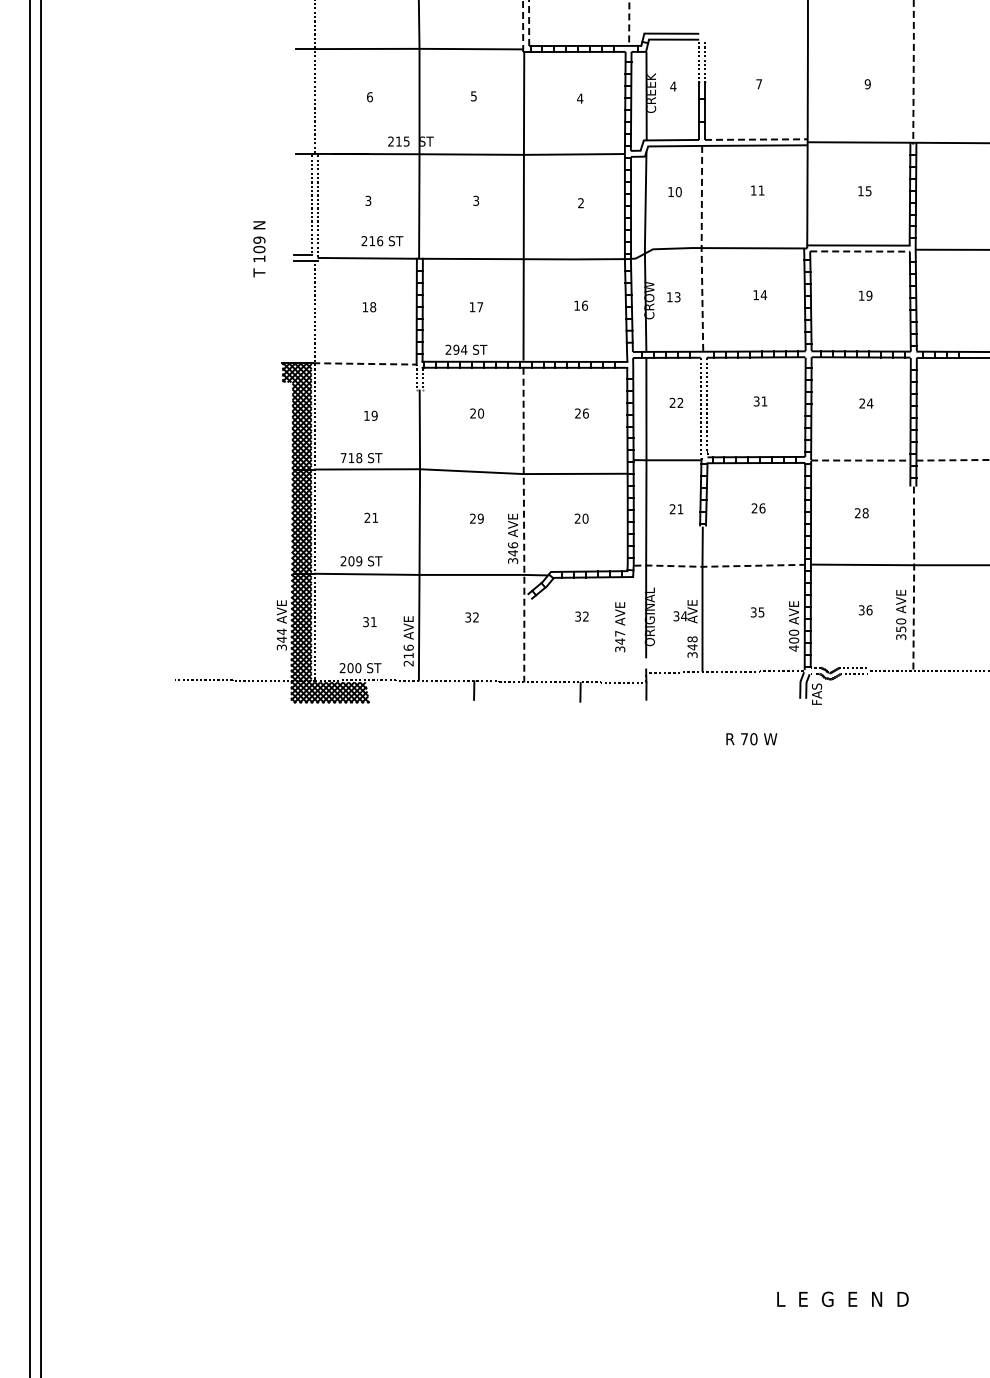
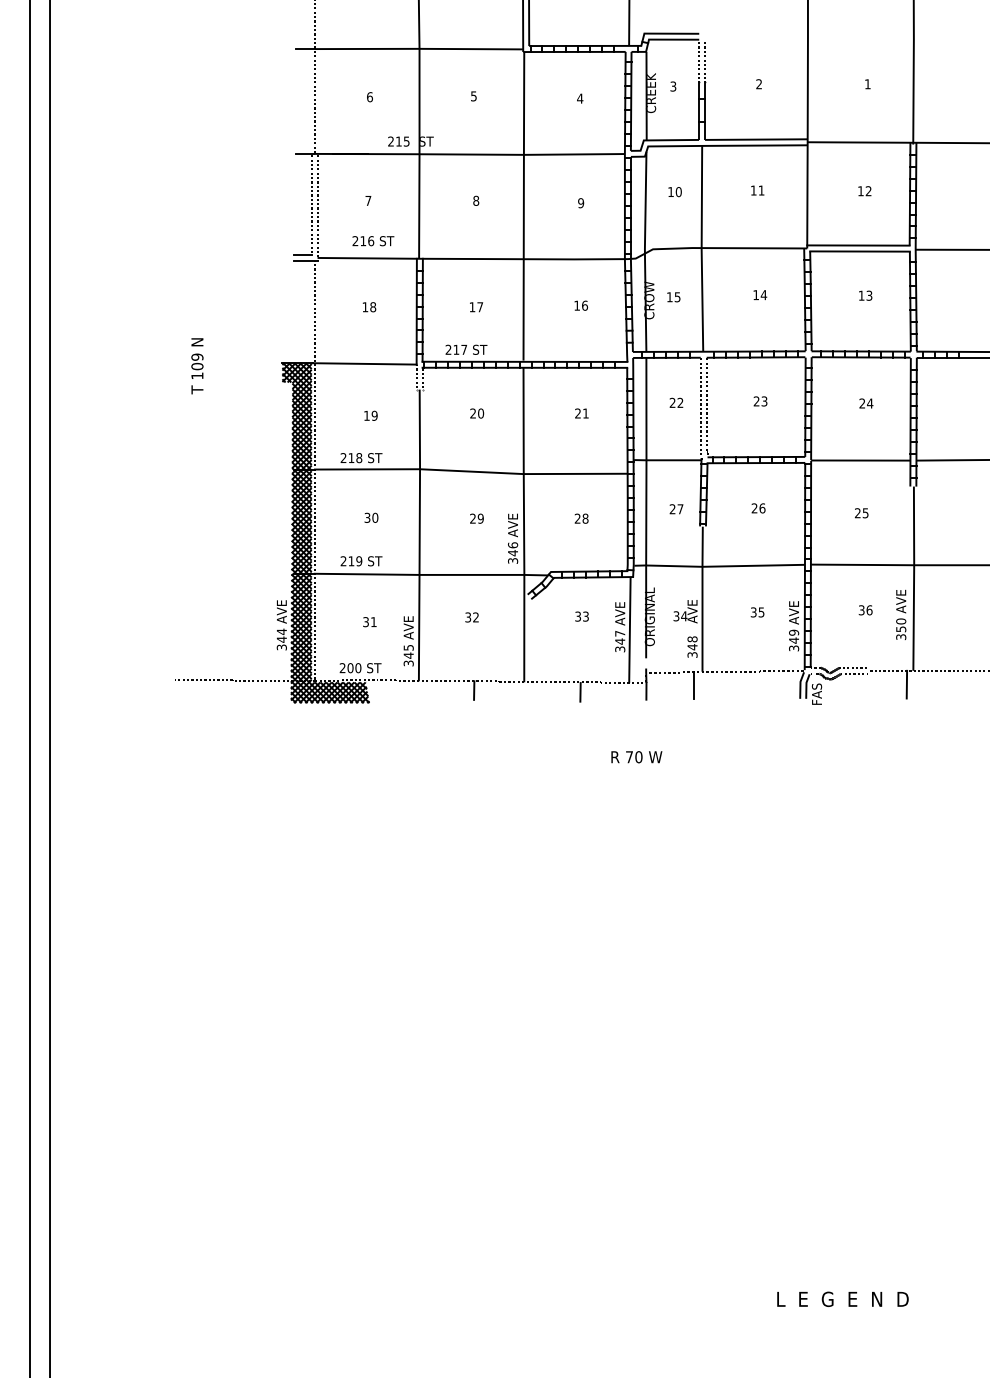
line at (529, 23): dashed -> solid
line at (629, 23): dashed -> solid
line at (523, 26): dashed -> solid
line at (913, 72): dashed -> solid
text at (758, 84): 7 -> 2
text at (867, 84): 9 -> 1
text at (673, 86): 4 -> 3
line at (756, 139): dashed -> solid
text at (868, 191): 15 -> 12
text at (368, 200): 3 -> 7
text at (476, 200): 3 -> 8
text at (581, 203): 2 -> 9
text at (382, 241) position: (382, 241) -> (373, 241)
line at (701, 248): dashed -> solid
text at (259, 249) position: (259, 249) -> (197, 366)
line at (860, 251): dashed -> solid
text at (869, 295): 19 -> 13
text at (677, 296): 13 -> 15
text at (460, 349): 294 -> 217
line at (364, 363): dashed -> solid
text at (760, 401): 31 -> 23
text at (585, 413): 26 -> 21
text at (343, 457): 718 -> 218
line at (860, 460): dashed -> solid
line at (953, 460): dashed -> solid
text at (680, 509): 21 -> 27
text at (865, 513): 28 -> 25
text at (371, 517): 21 -> 30
text at (585, 518): 20 -> 28
line at (524, 525): dashed -> solid
text at (351, 561): 209 -> 219
line at (719, 566): dashed -> solid
line at (914, 578): dashed -> solid
text at (585, 616): 32 -> 33
line at (629, 630): none -> present
text at (794, 640): 400 -> 349
text at (408, 655): 216 -> 345
line at (906, 684): none -> present
line at (694, 685): none -> present
line at (41, 688) position: (41, 688) -> (50, 688)
text at (751, 739) position: (751, 739) -> (636, 757)
